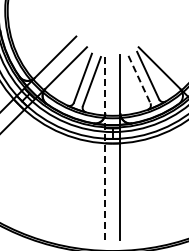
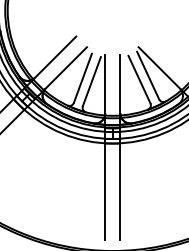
line at (139, 80): dashed -> solid
line at (105, 147): dashed -> solid
